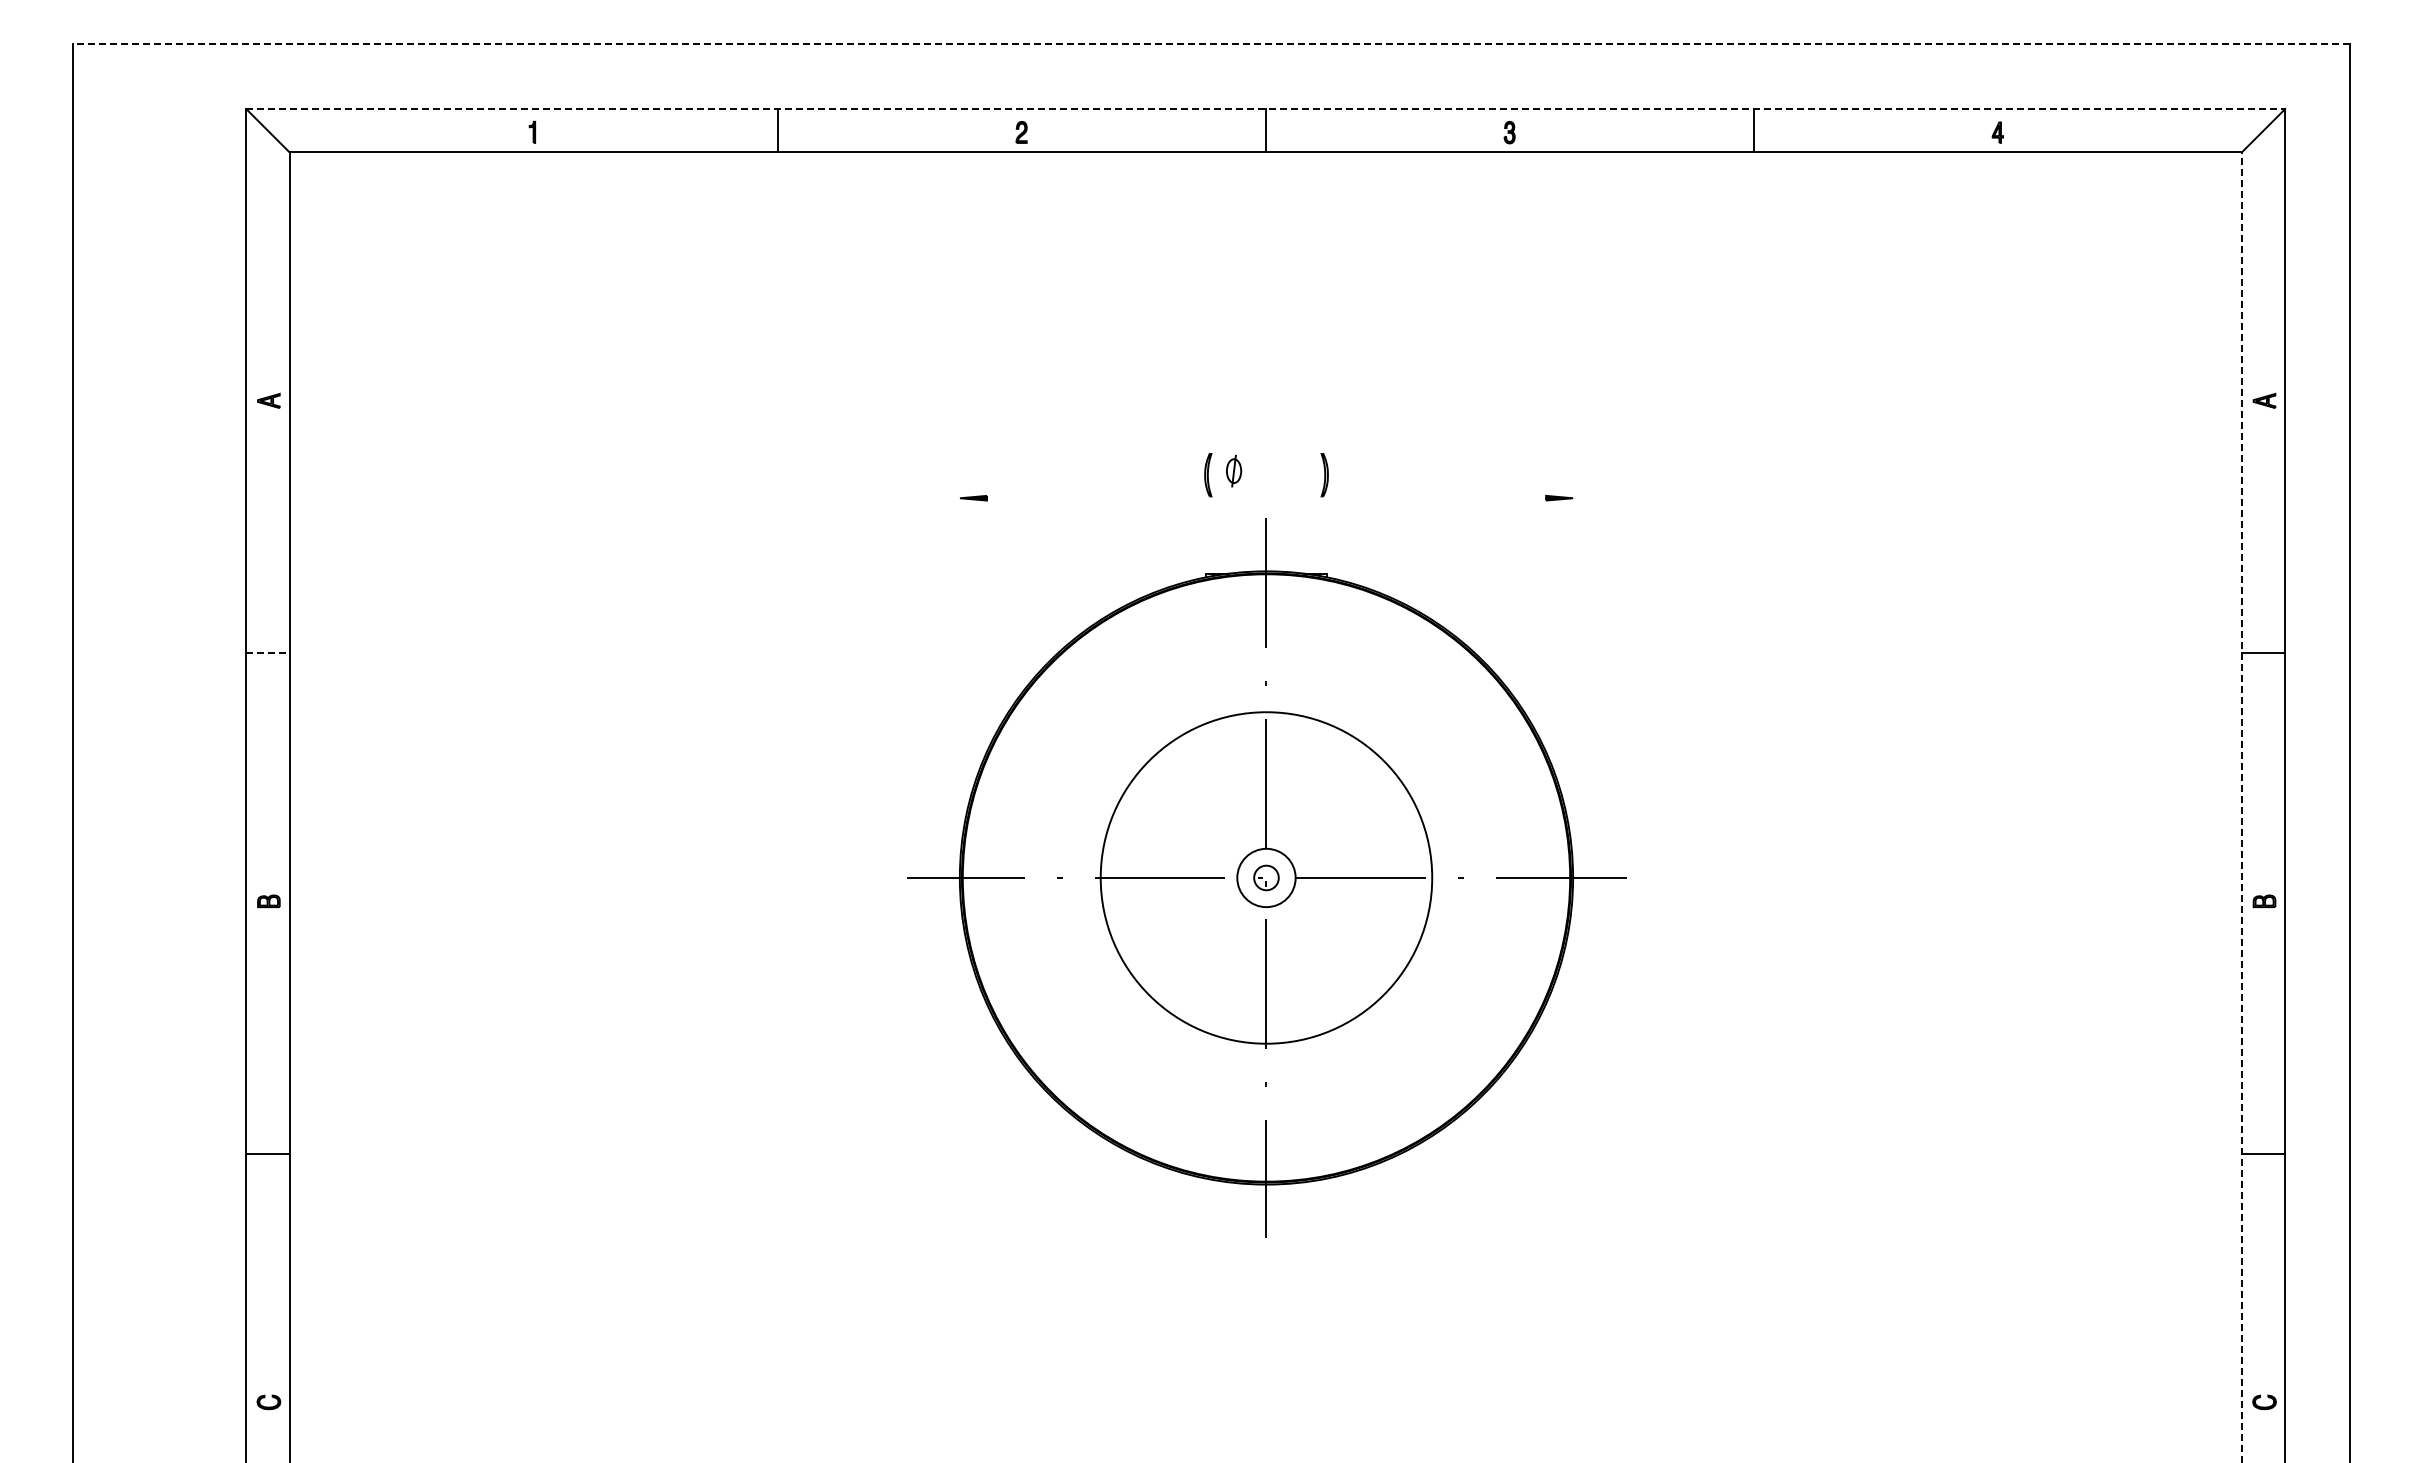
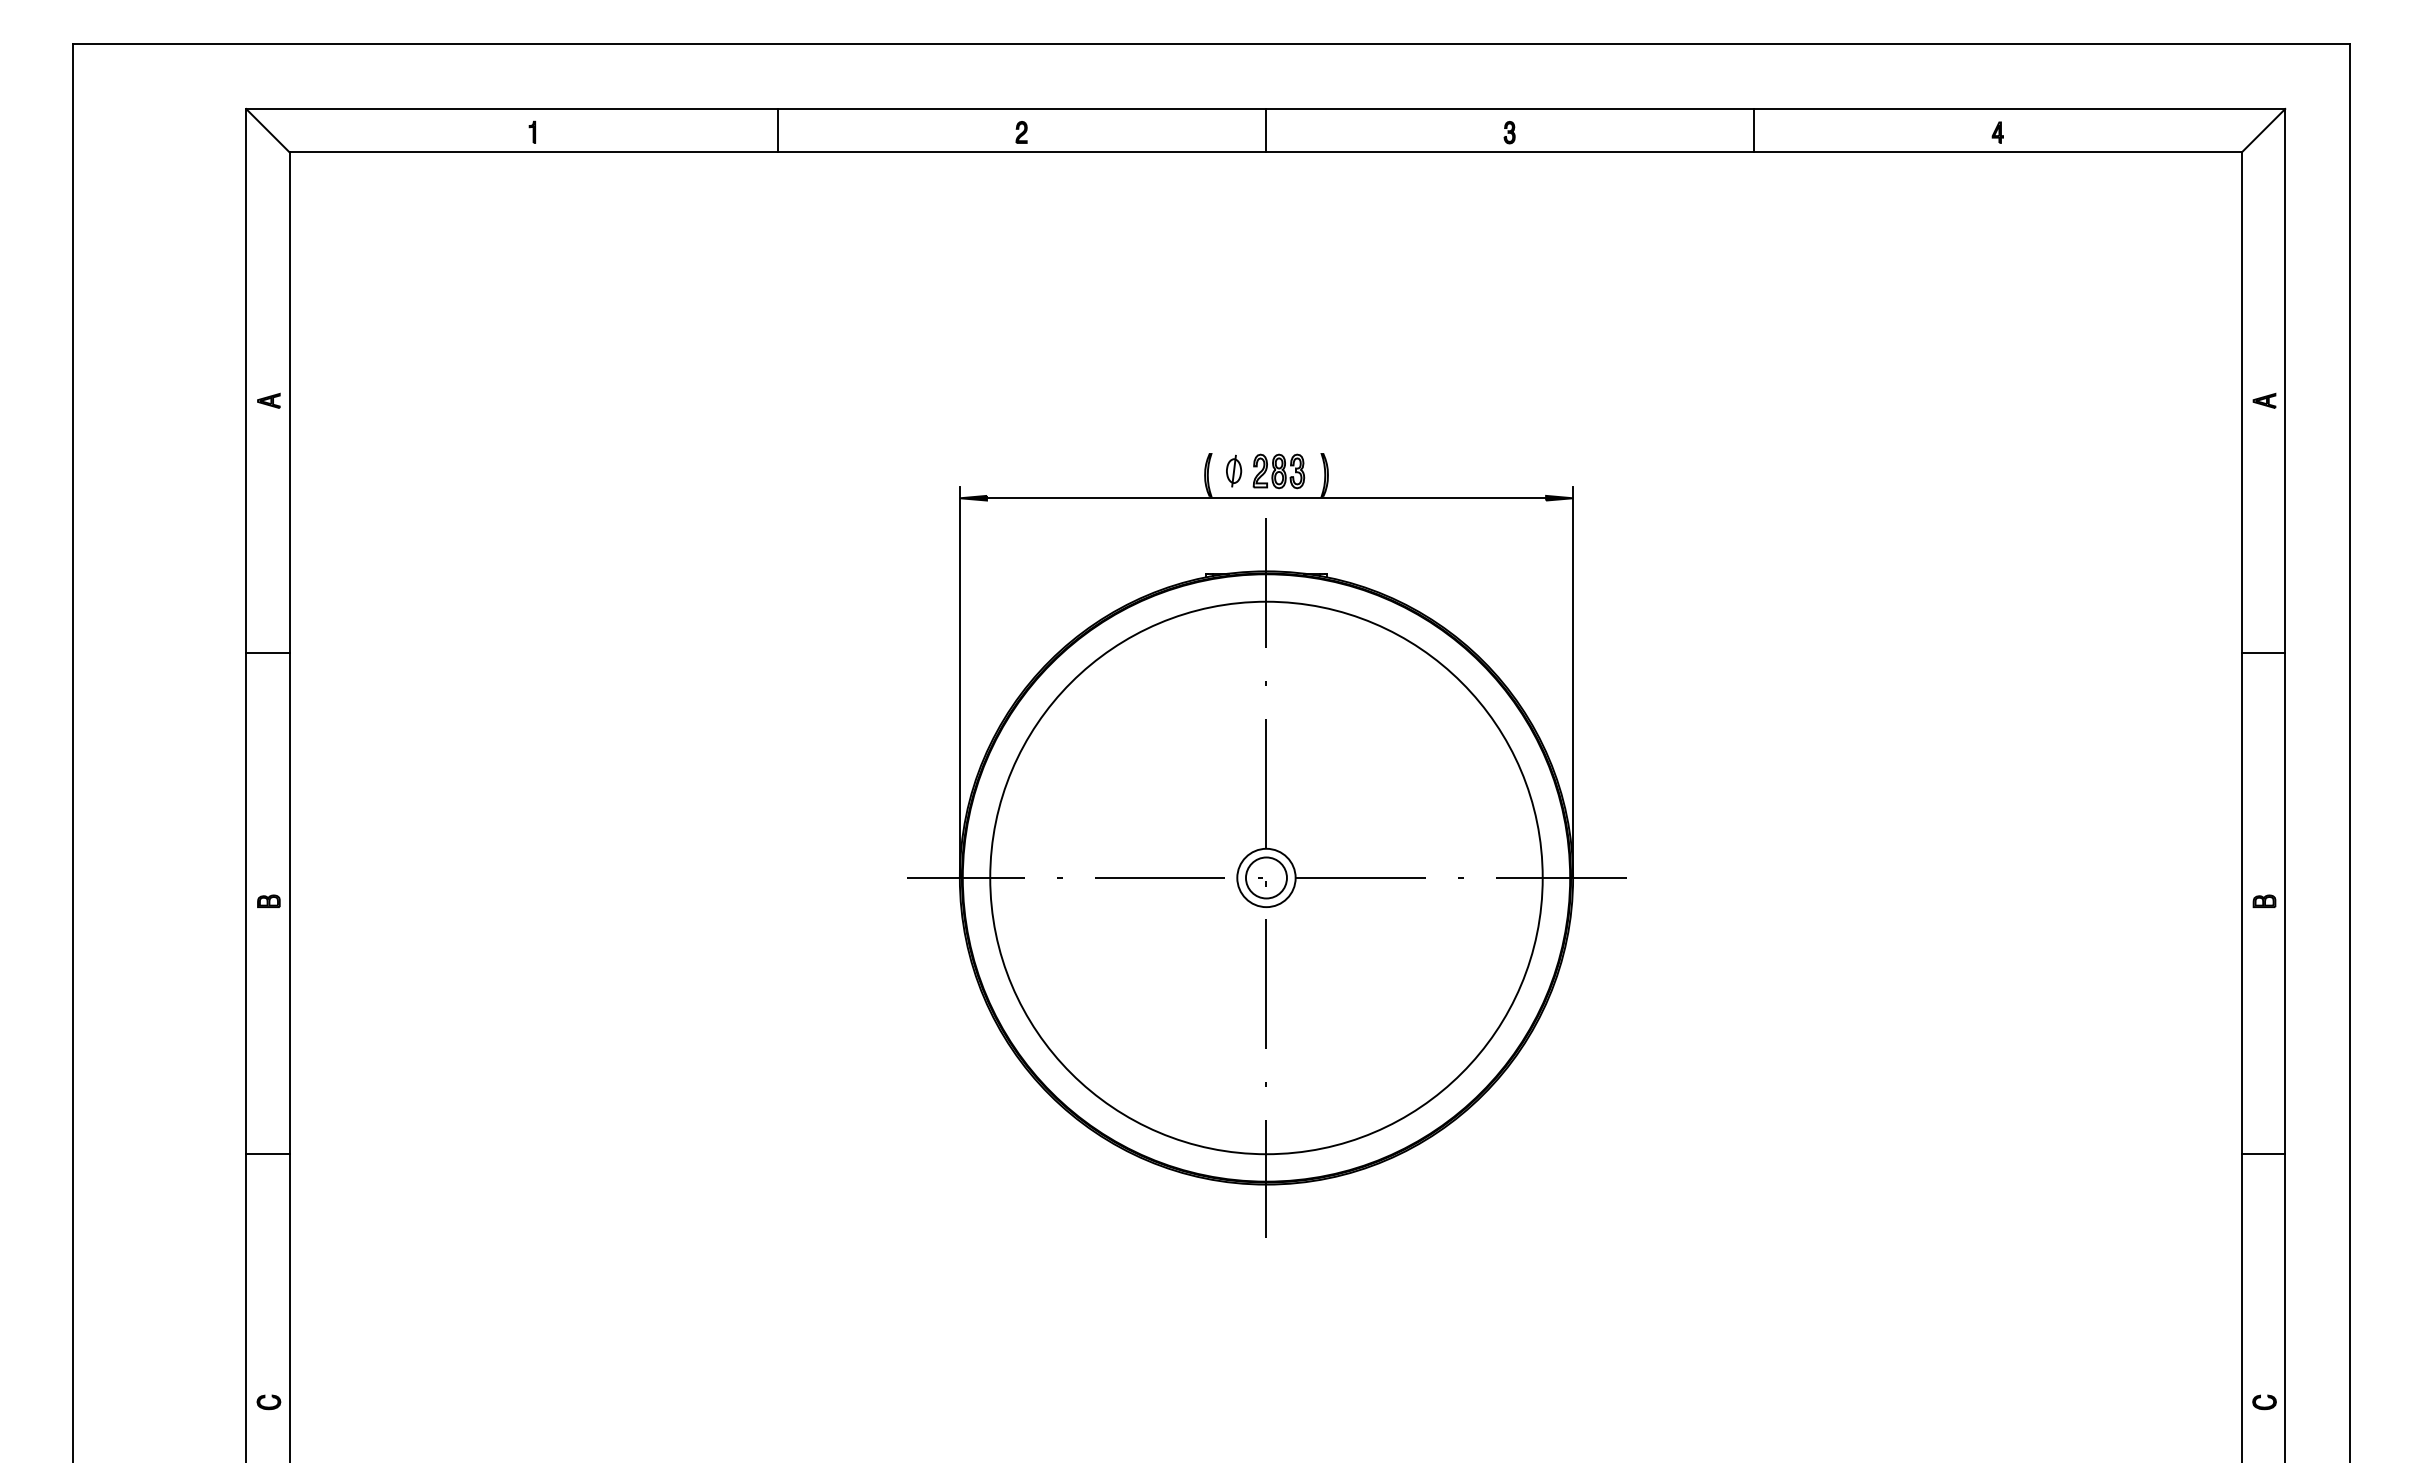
line at (1211, 43): dashed -> solid
line at (1265, 109): dashed -> solid
part at (1278, 471): none -> present
line at (1266, 498): none -> present
line at (267, 653): dashed -> solid
line at (959, 682): none -> present
line at (1573, 682): none -> present
line at (2241, 807): dashed -> solid
circle at (1266, 877) diameter: 25 px -> 41 px
circle at (1266, 877) diameter: 331 px -> 552 px
